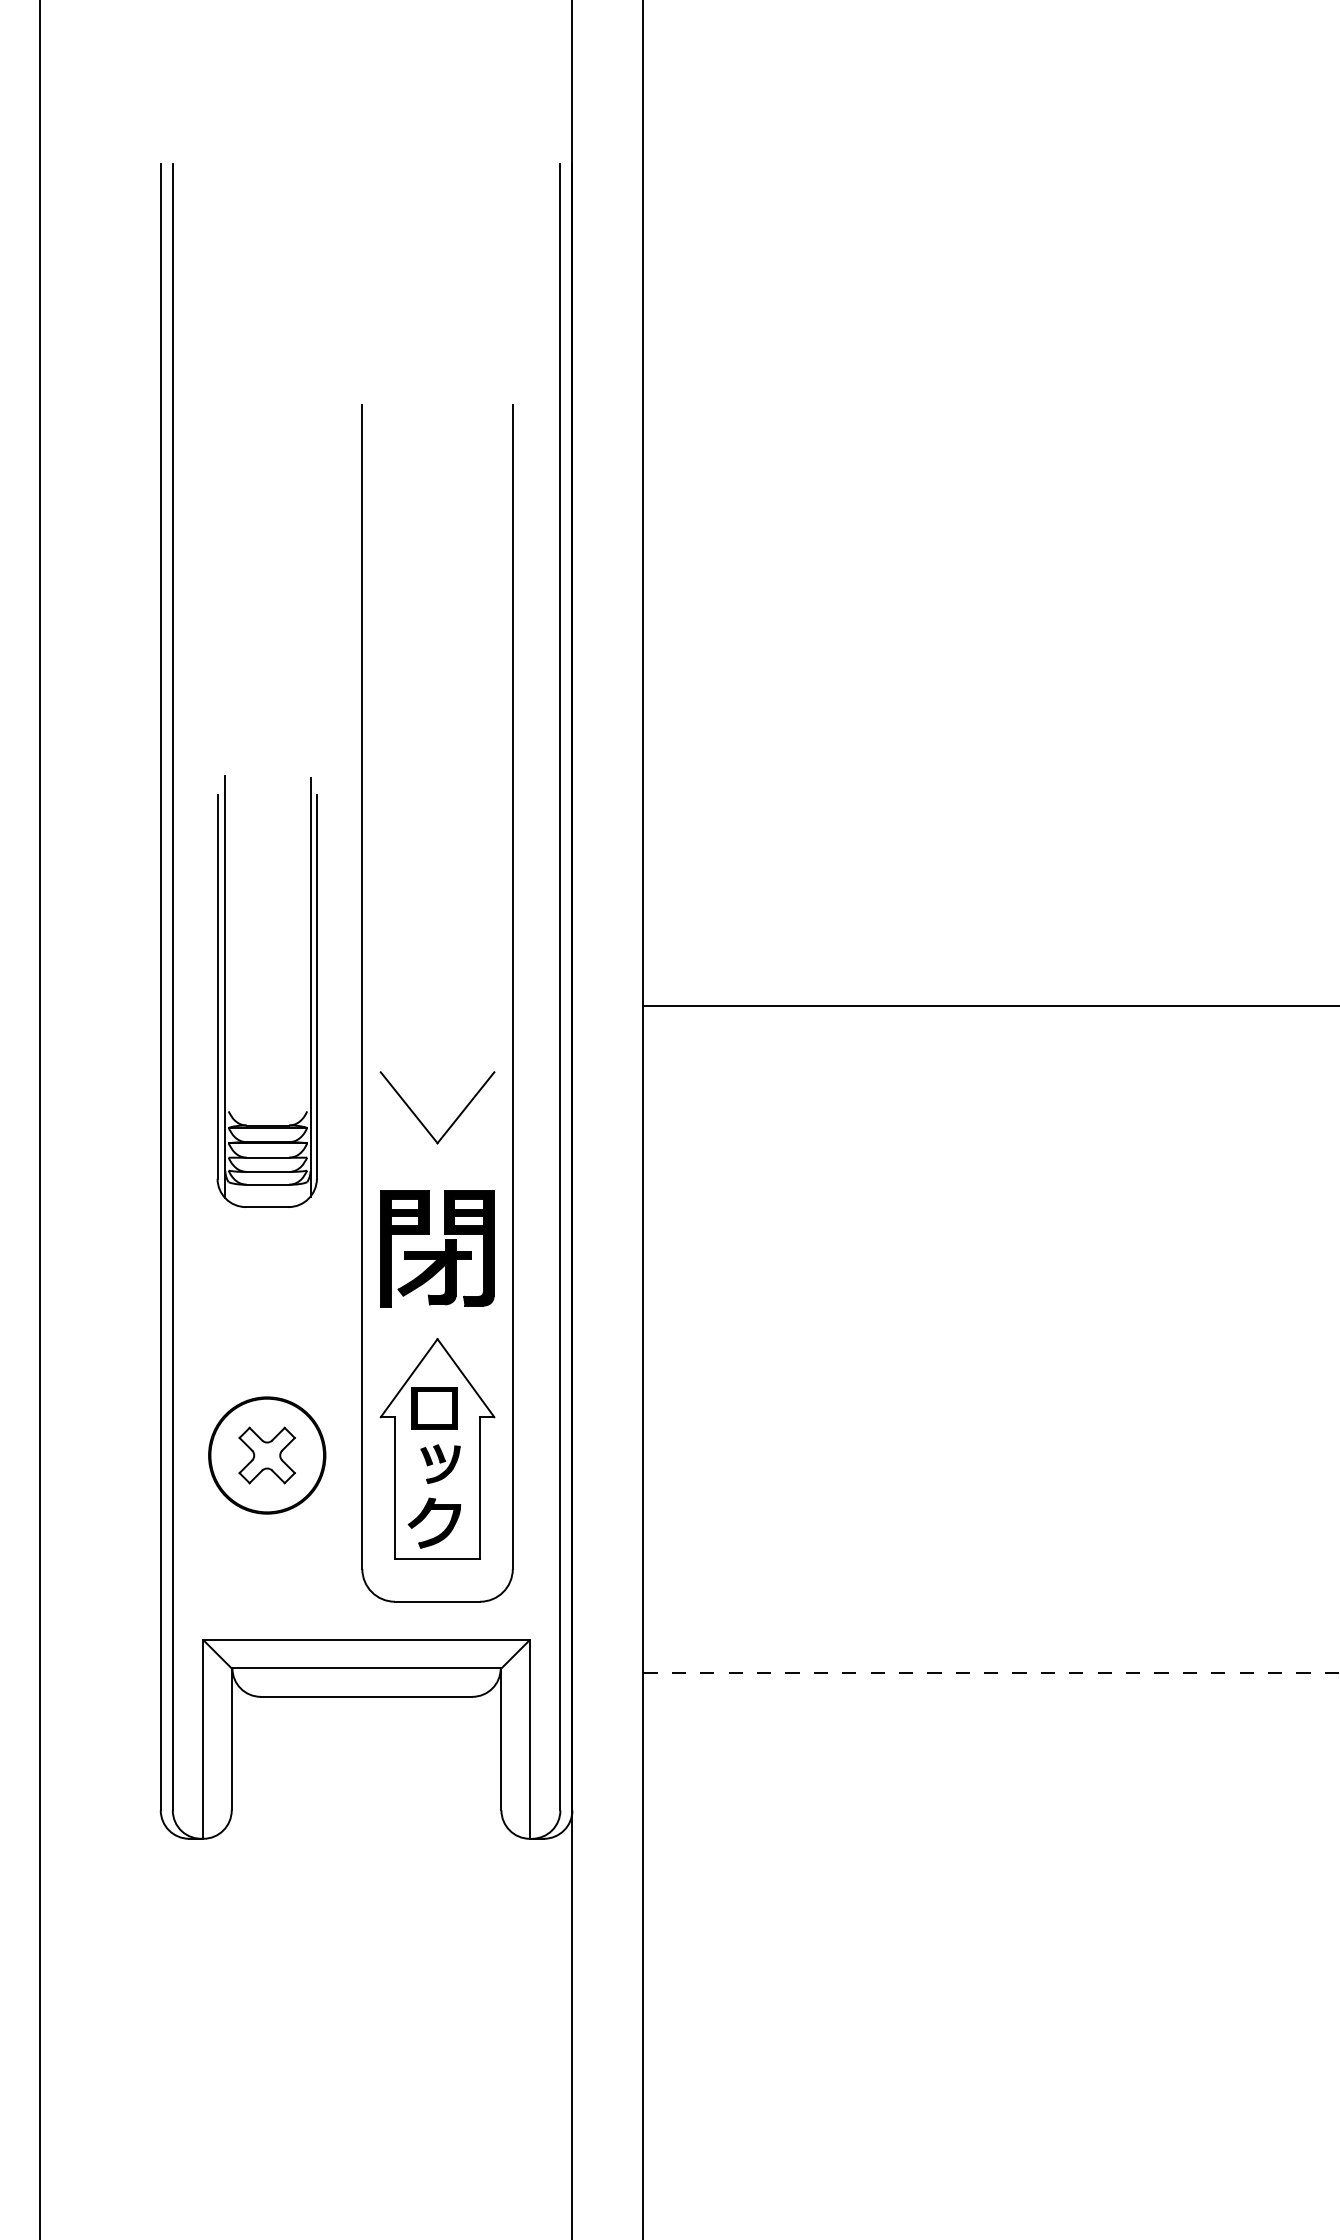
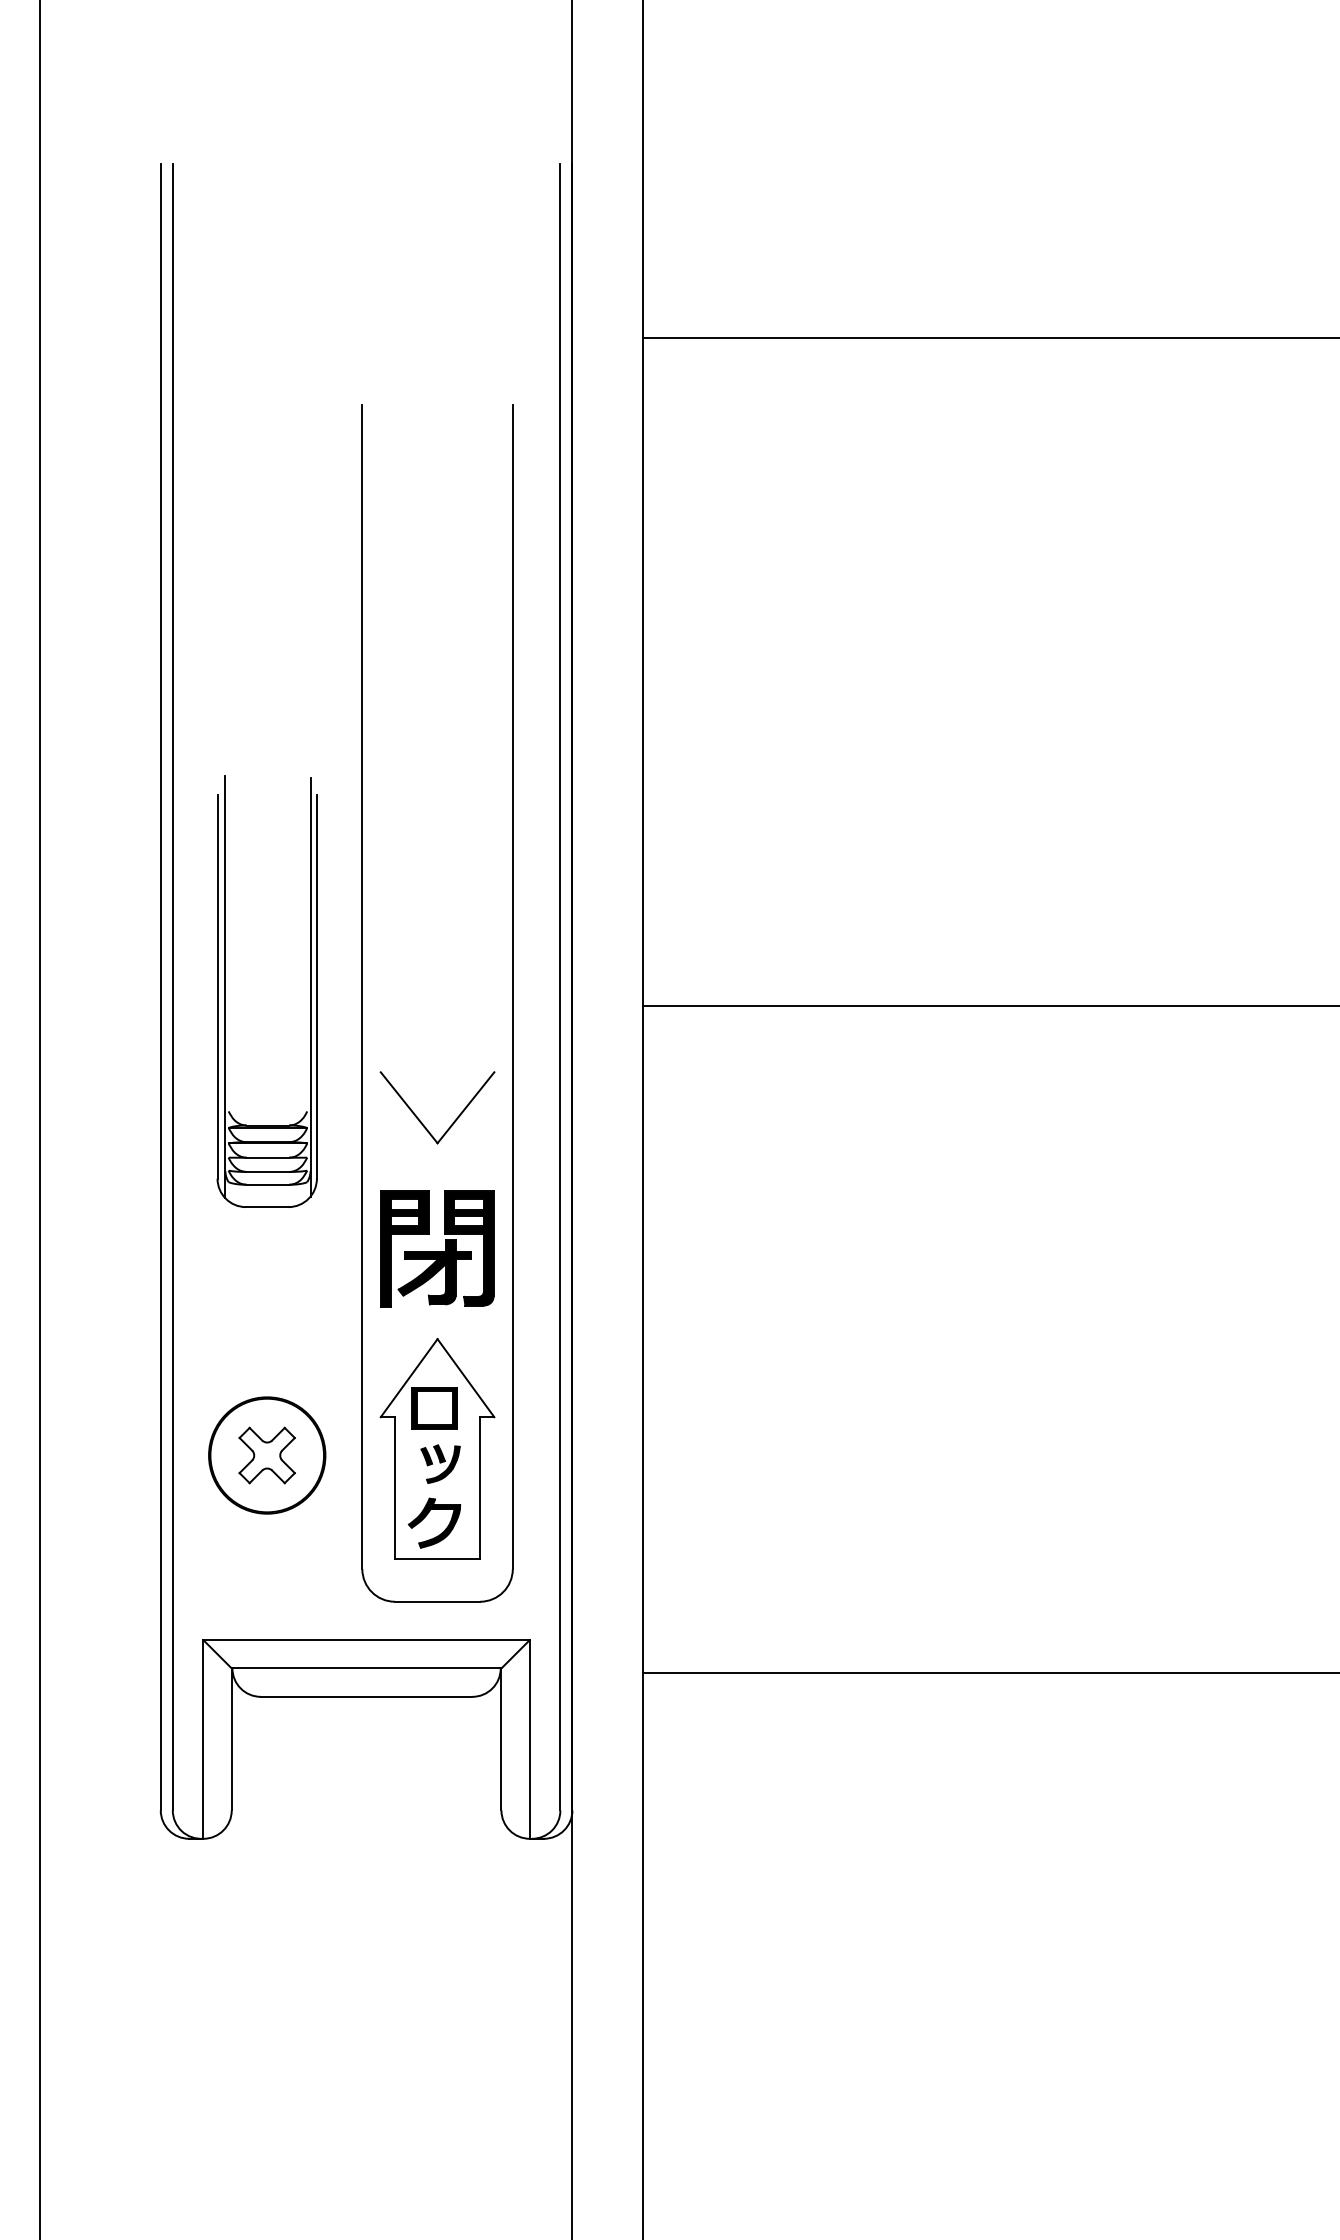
line at (989, 338): none -> present
line at (992, 1672): dashed -> solid
